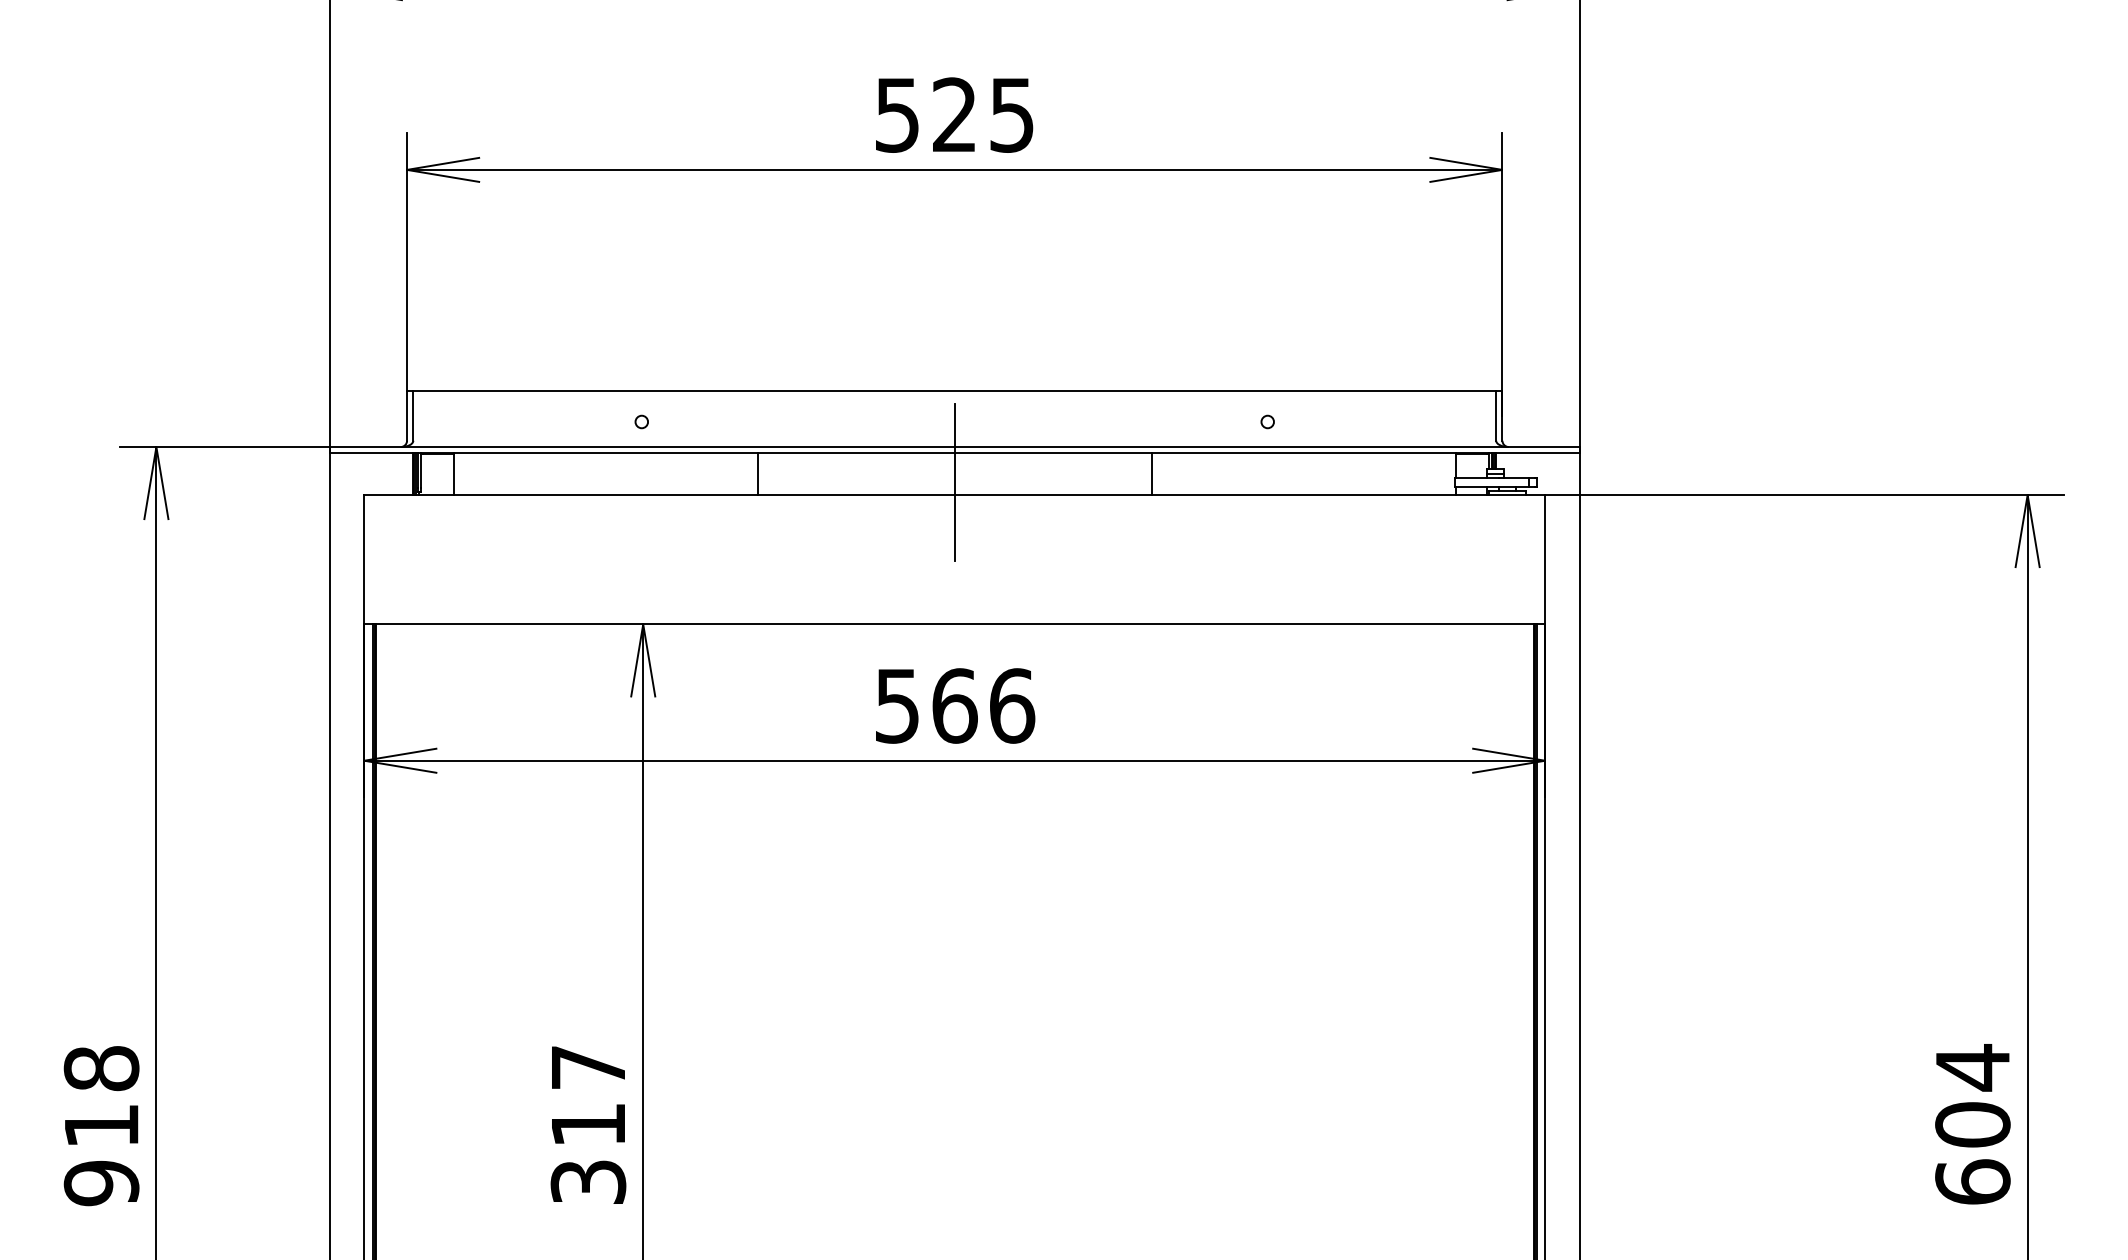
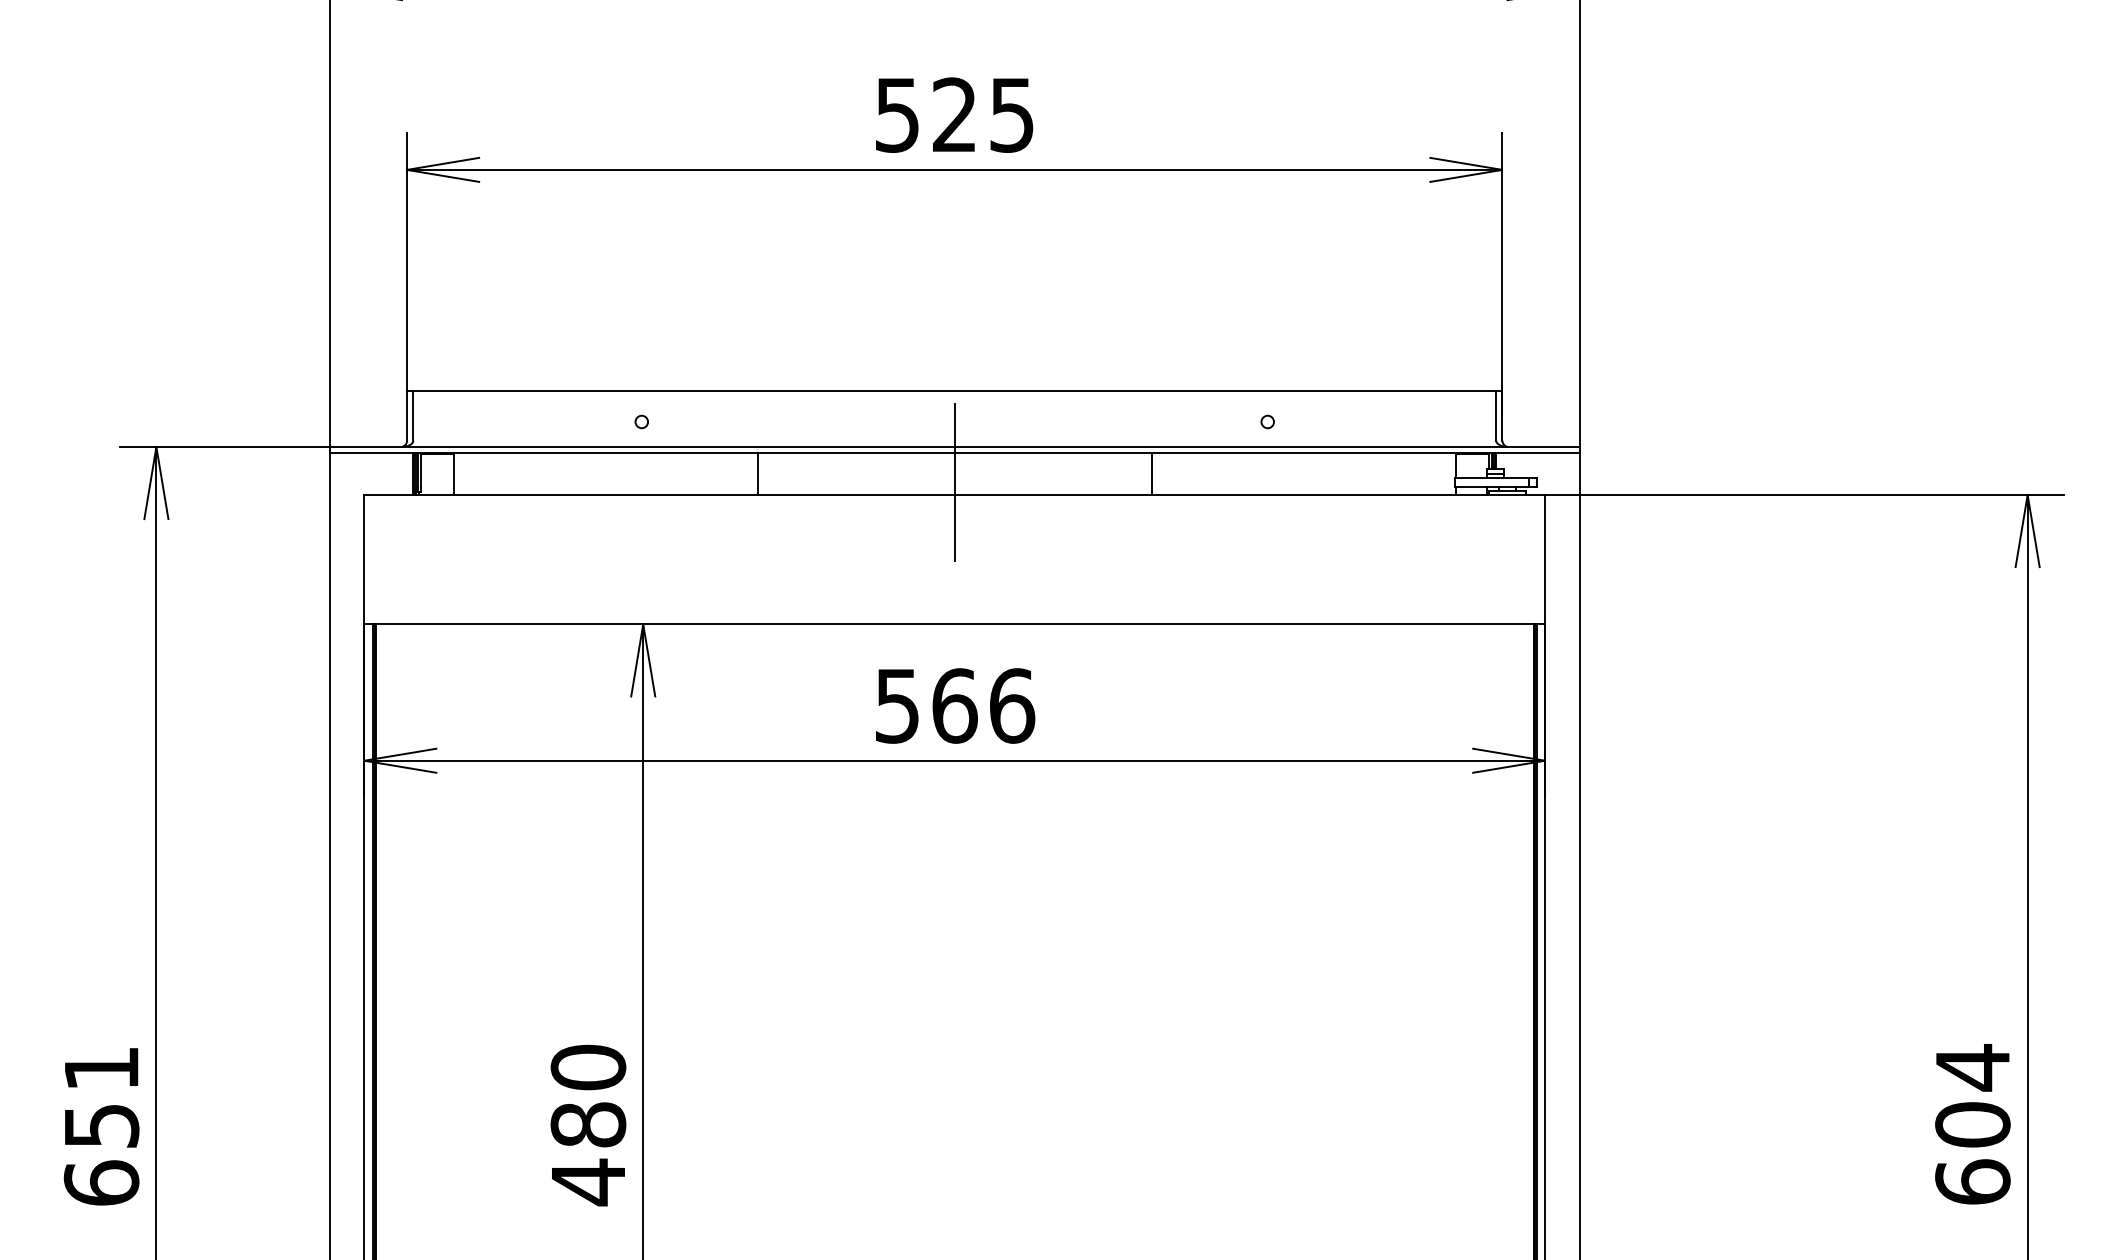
text at (588, 1125): 317 -> 480
text at (101, 1126): 918 -> 651
